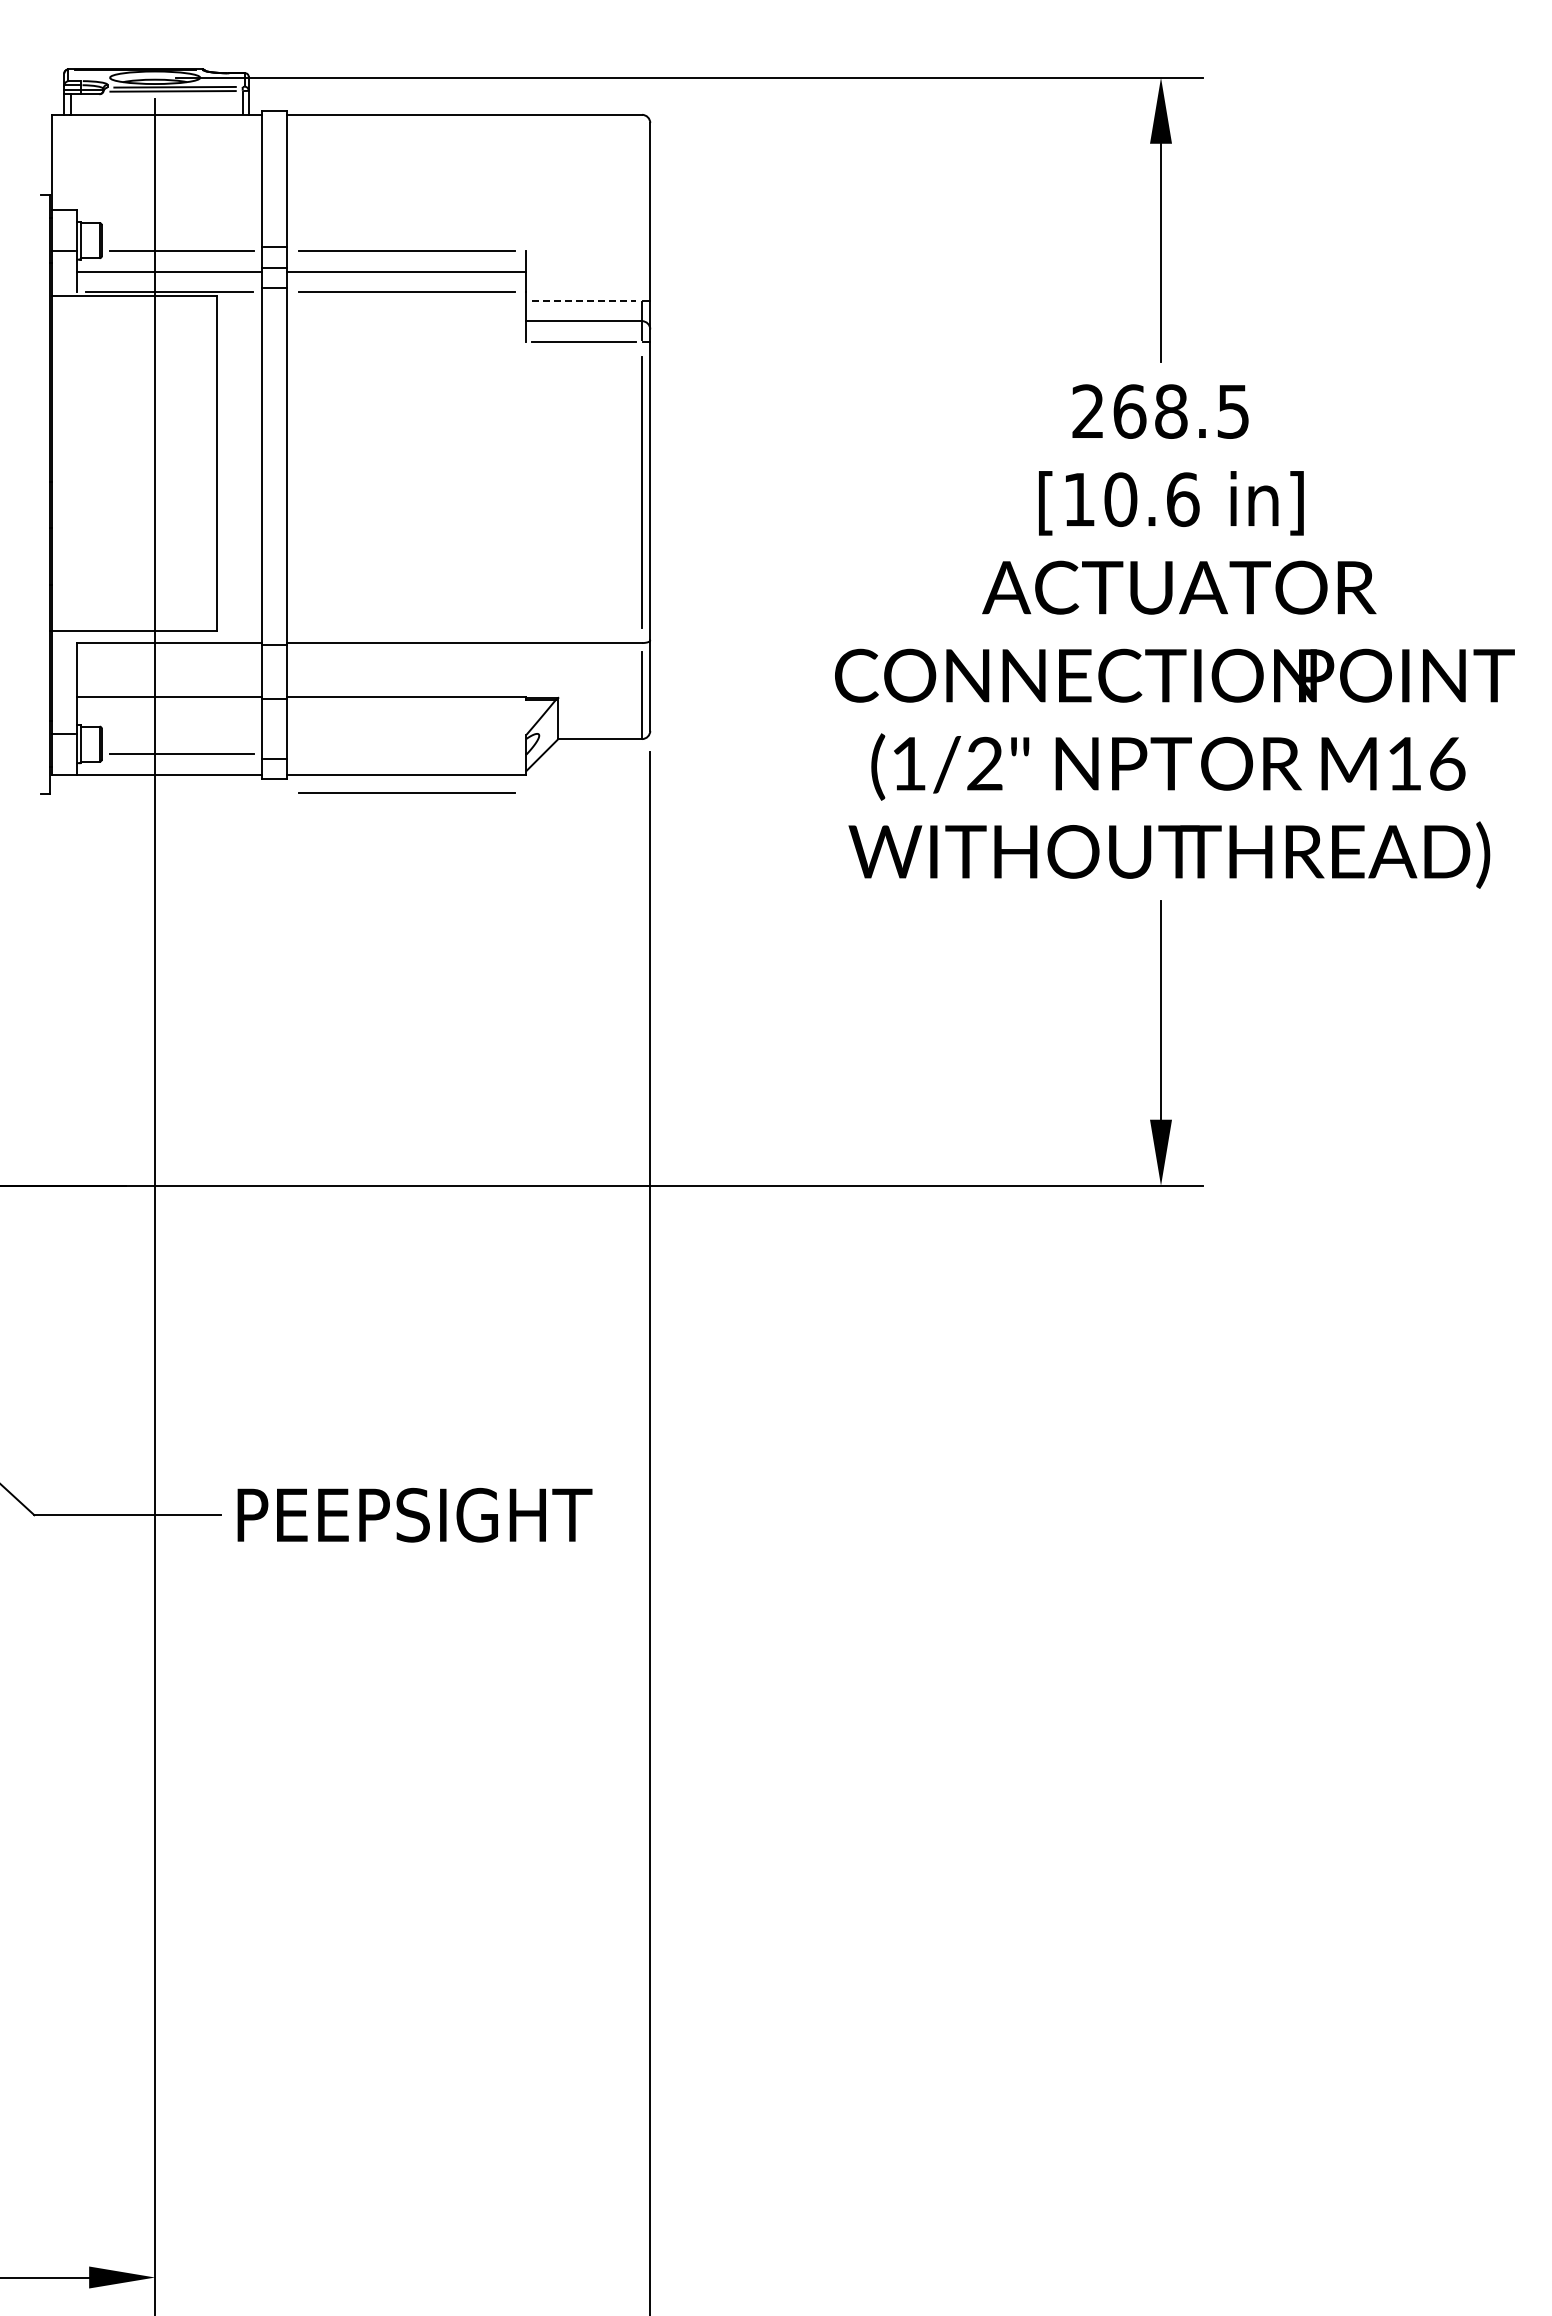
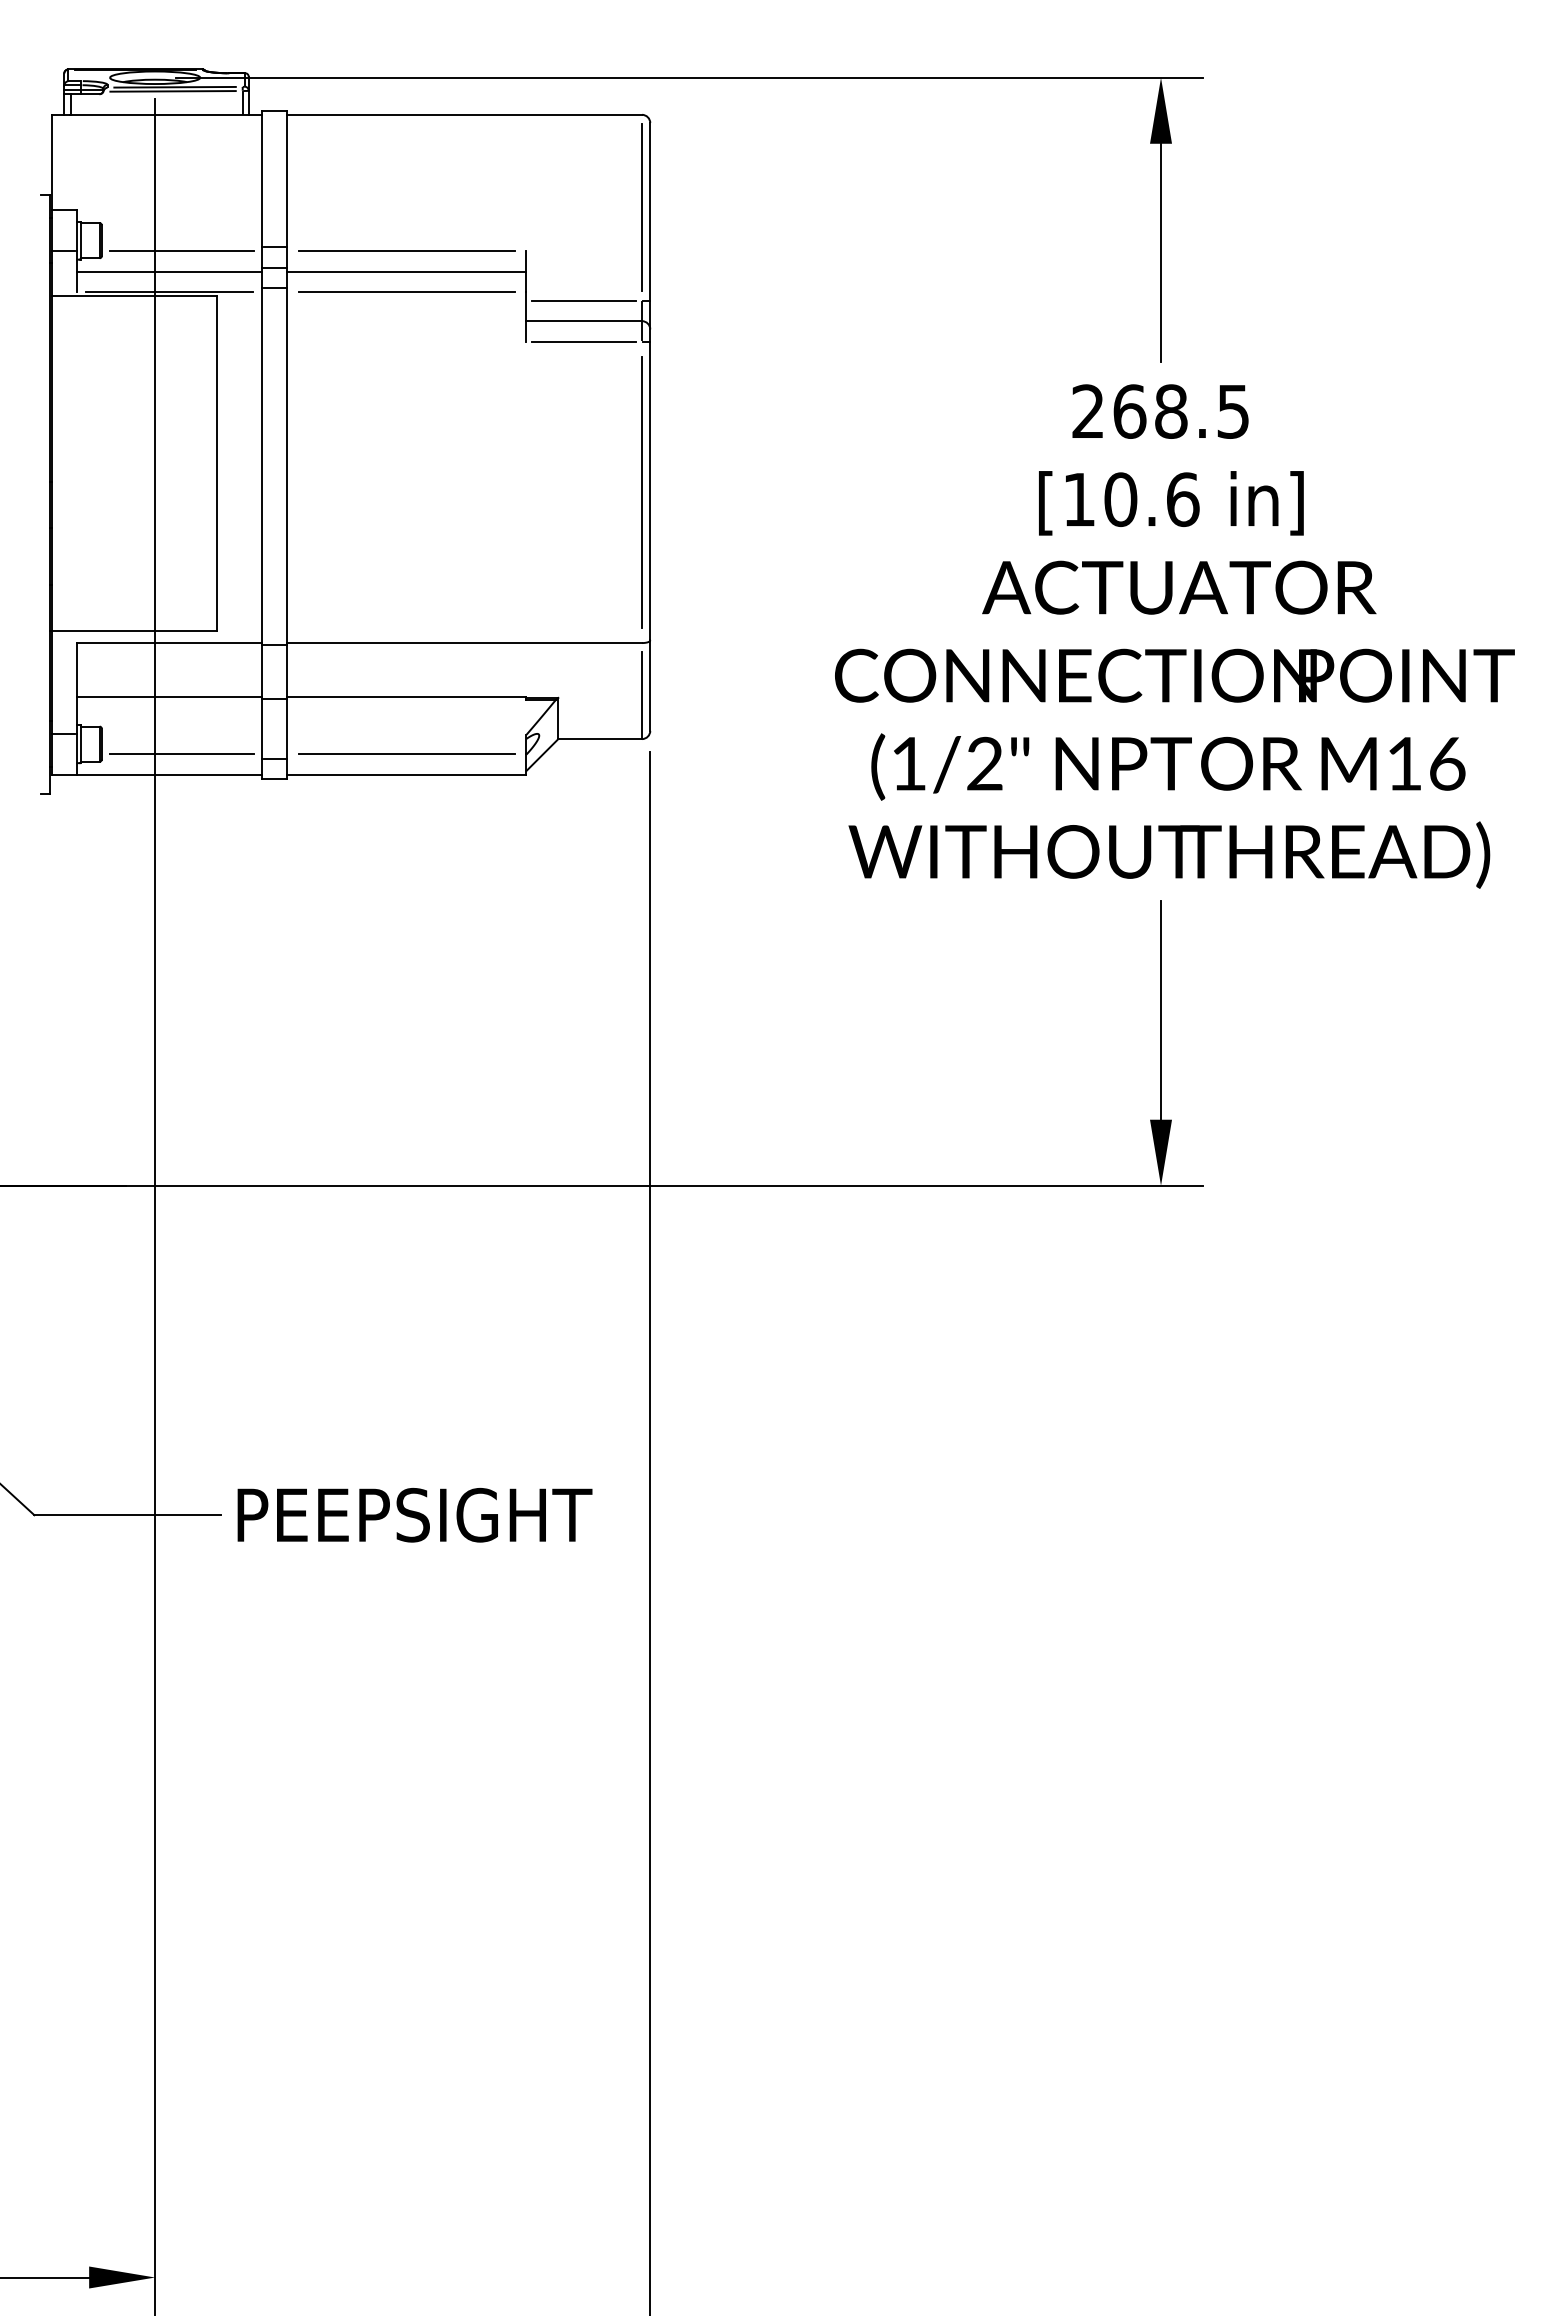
line at (642, 207): none -> present
line at (584, 300): dashed -> solid
line at (406, 792) position: (406, 792) -> (406, 753)
